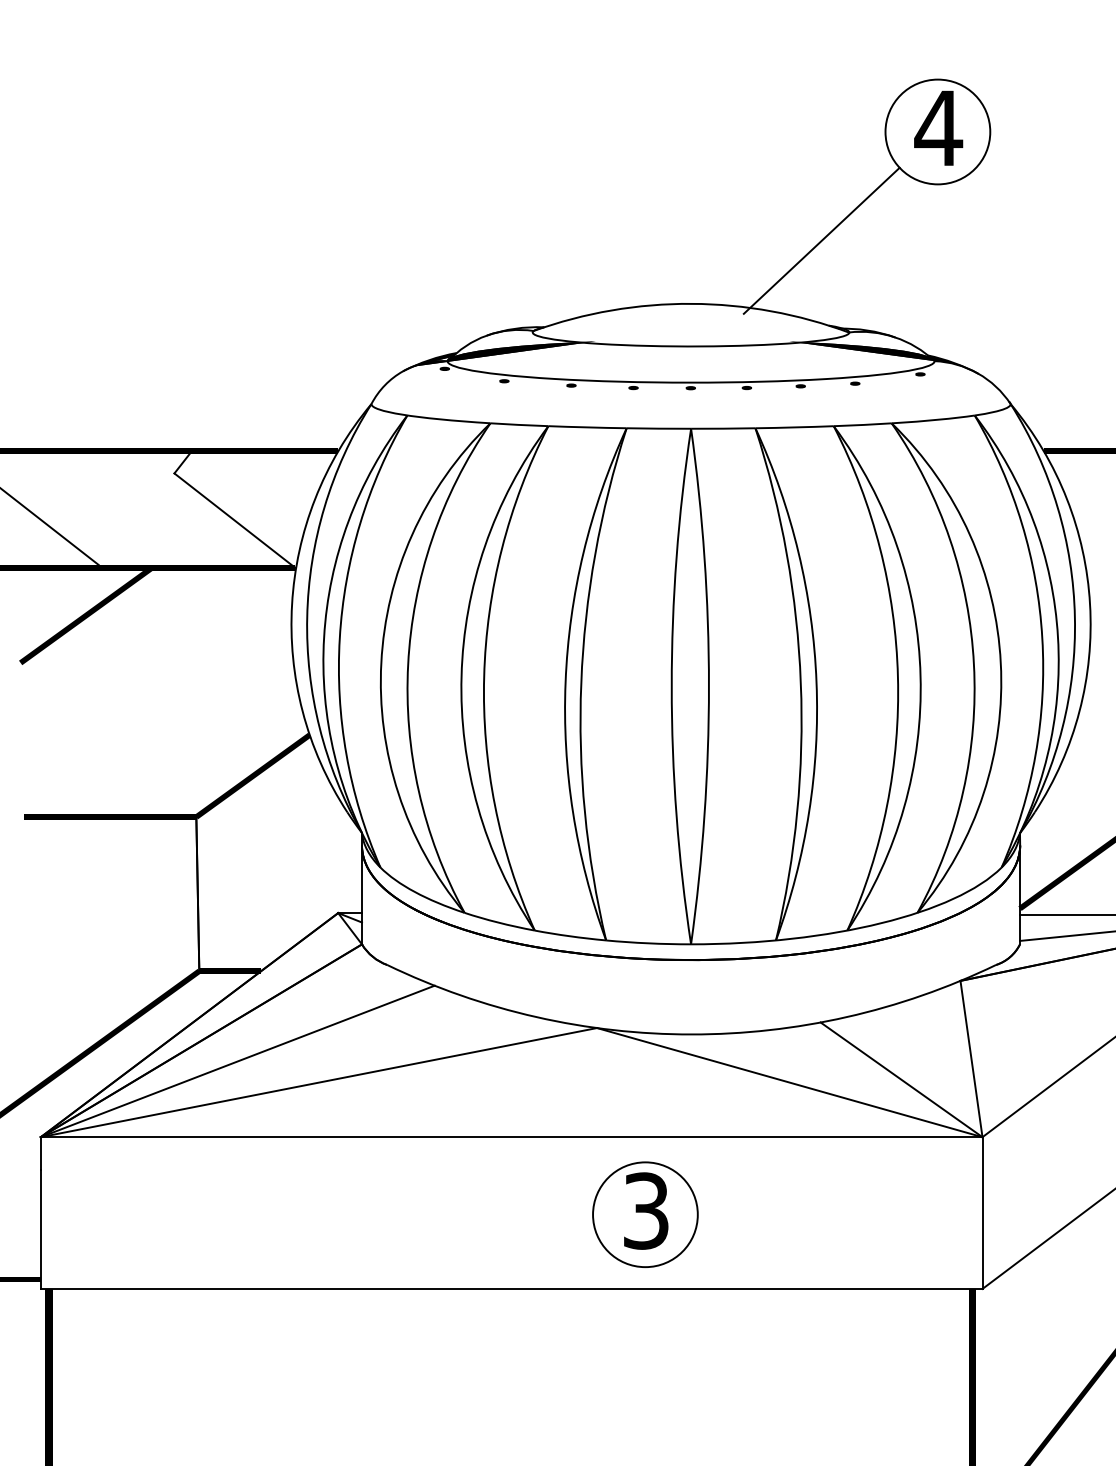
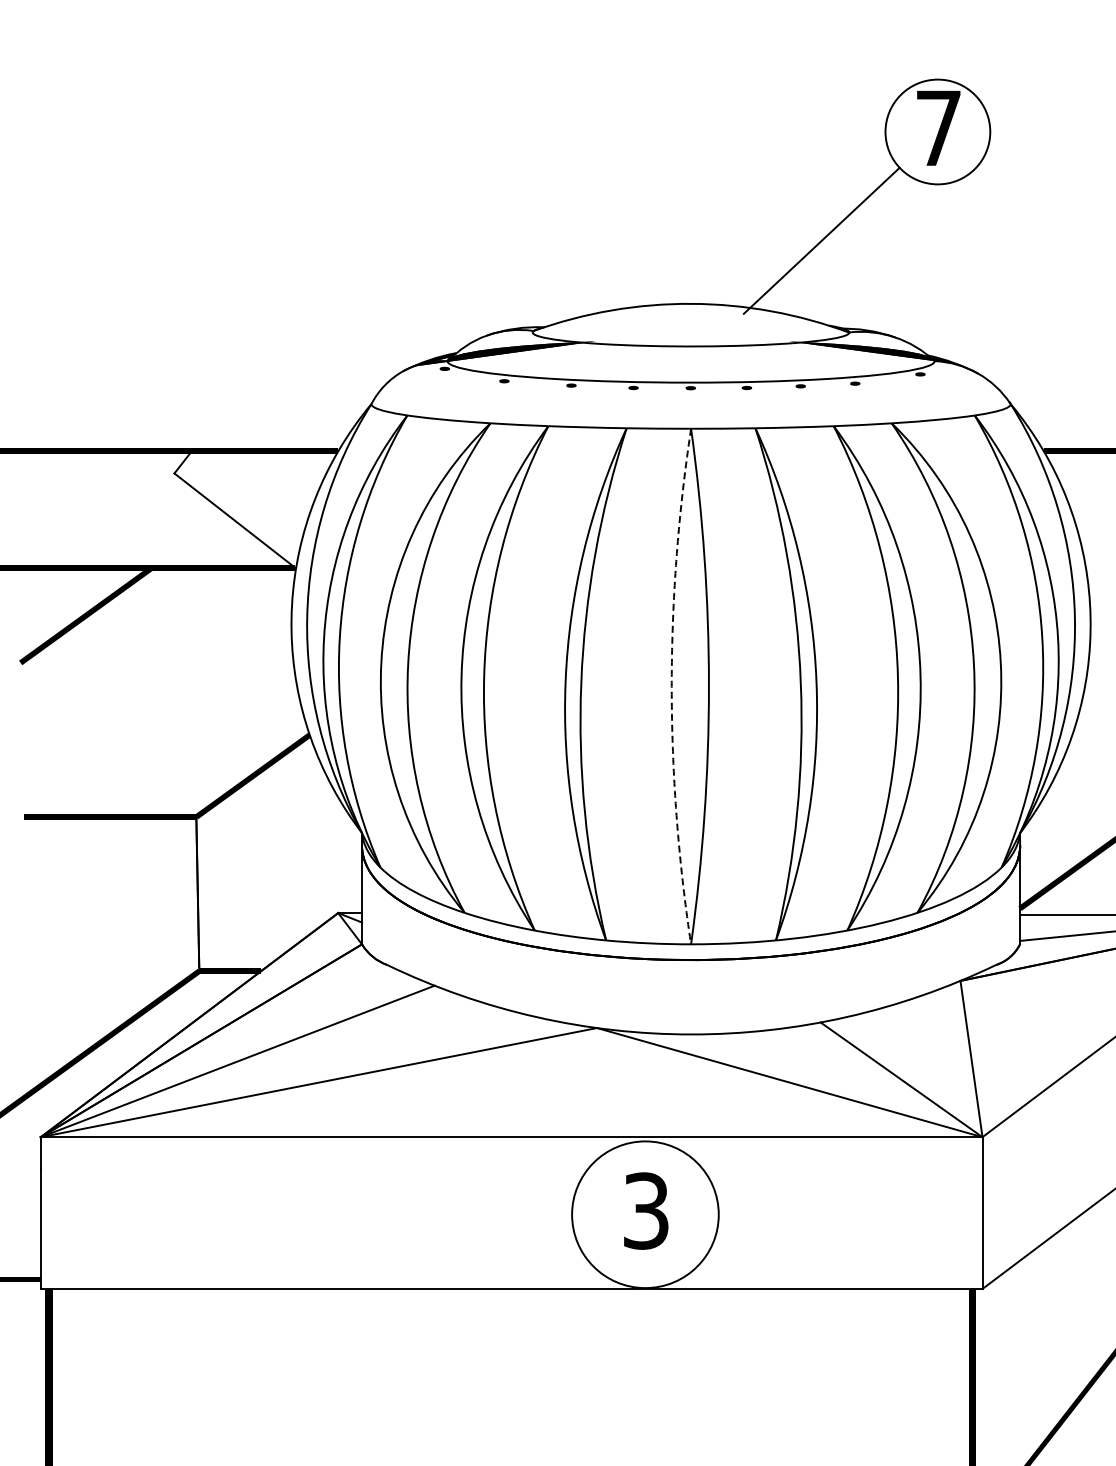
text at (938, 127): 4 -> 7
line at (50, 526): present -> none
arc at (671, 686): solid -> dashed
circle at (645, 1214) diameter: 105 px -> 147 px
